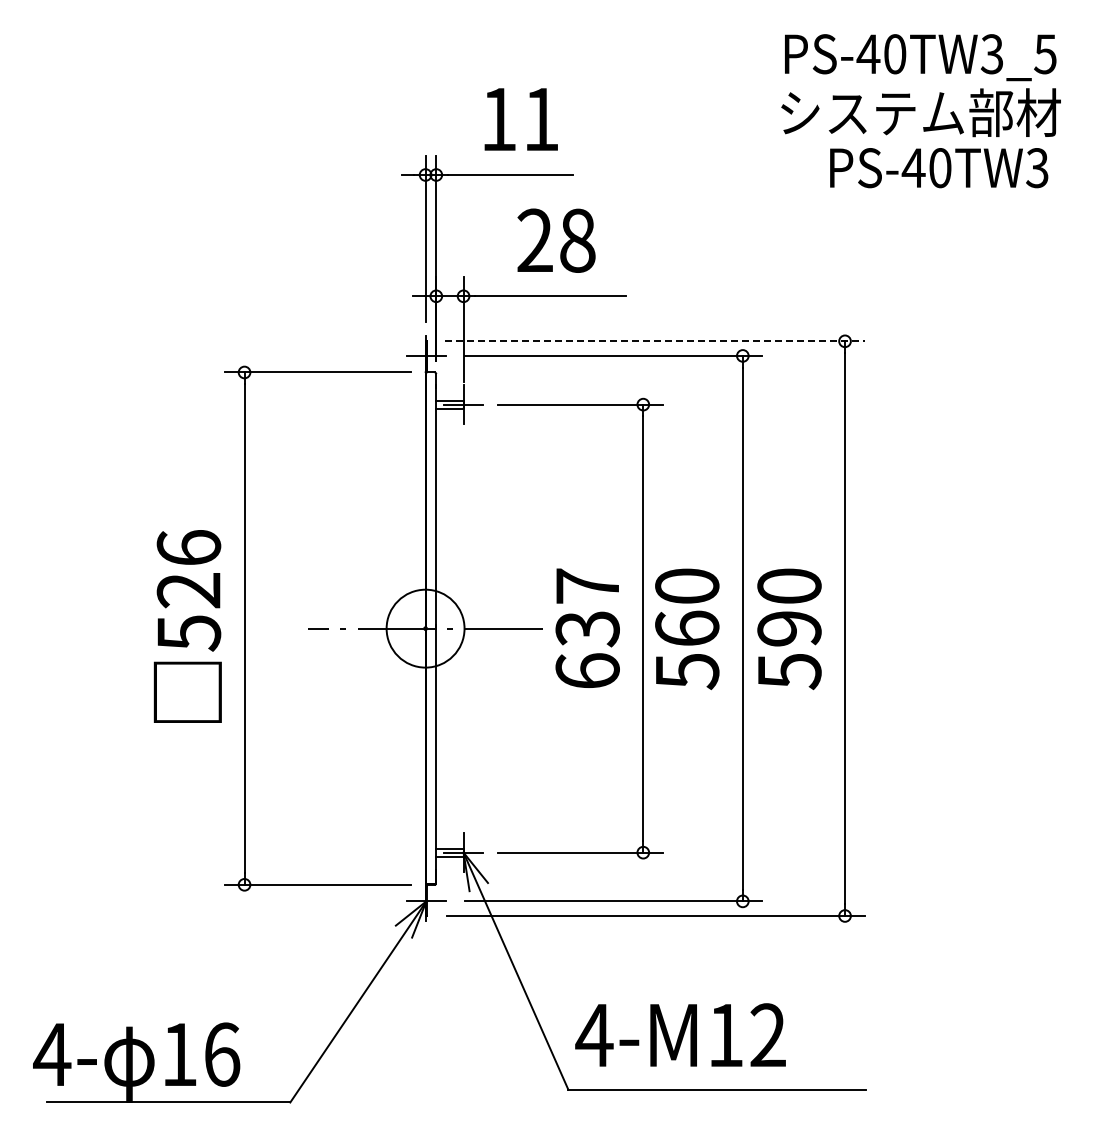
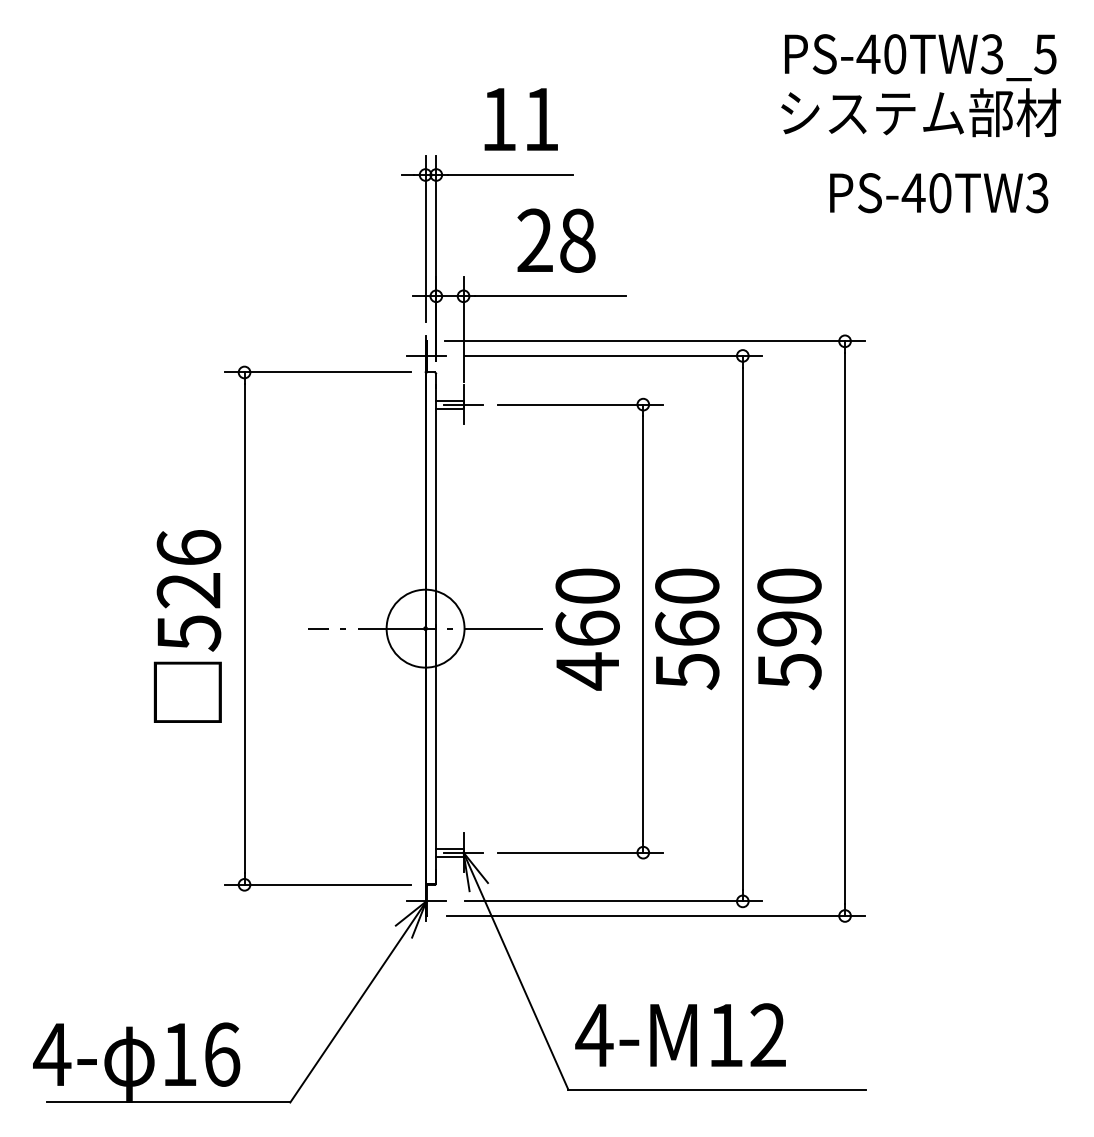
text at (939, 168) position: (939, 168) -> (939, 193)
line at (654, 341): dashed -> solid
text at (587, 629): 637 -> 460
